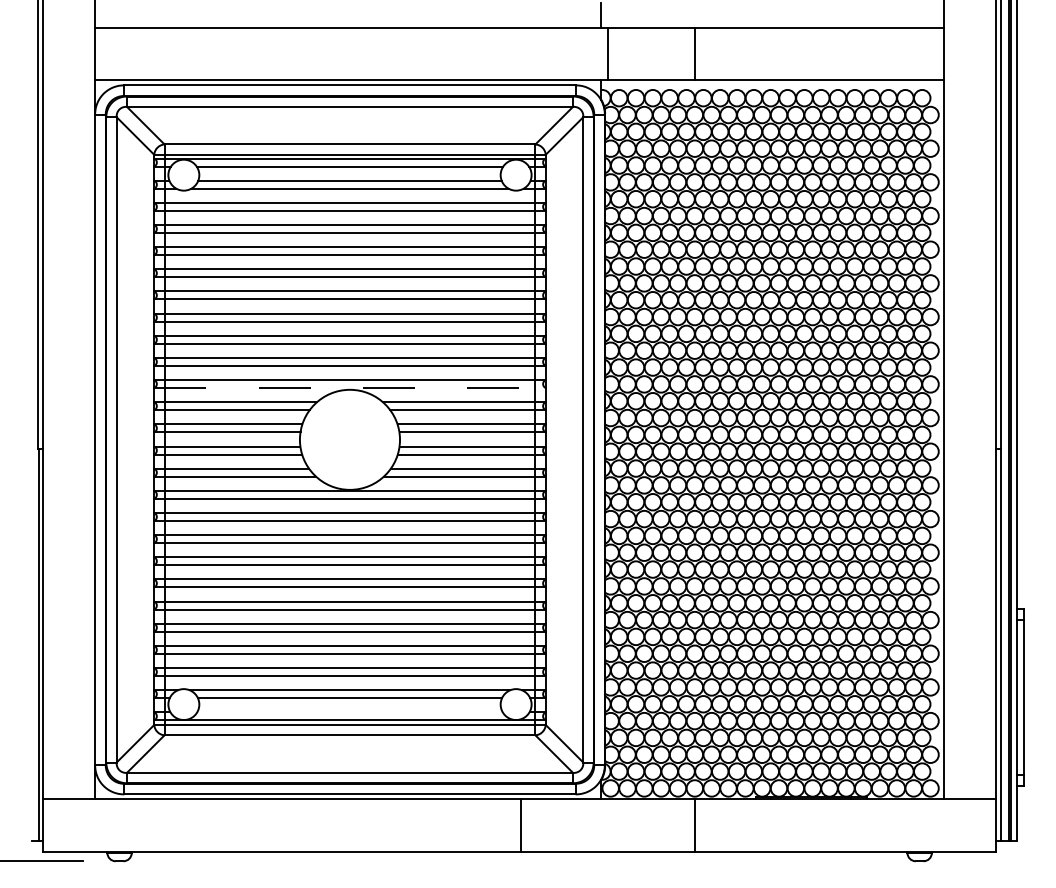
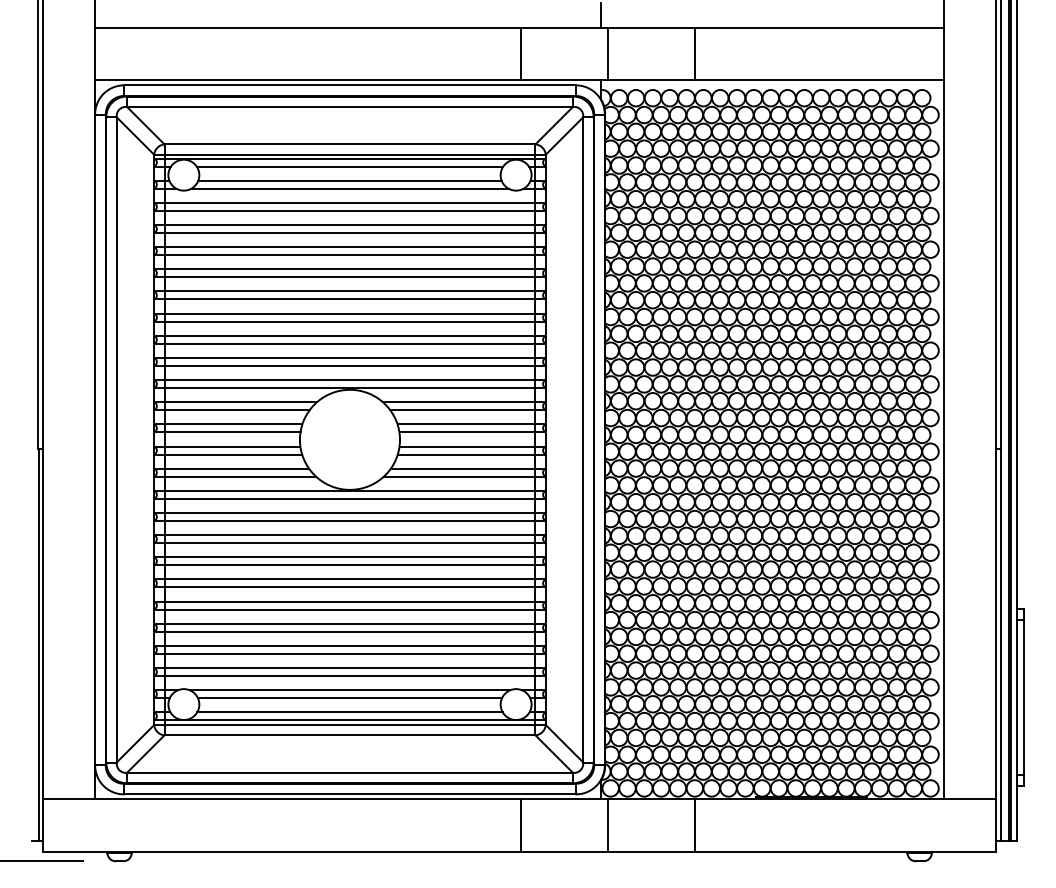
line at (520, 54): none -> present
line at (350, 388): dashed -> solid
line at (349, 712): none -> present
line at (607, 825): none -> present
